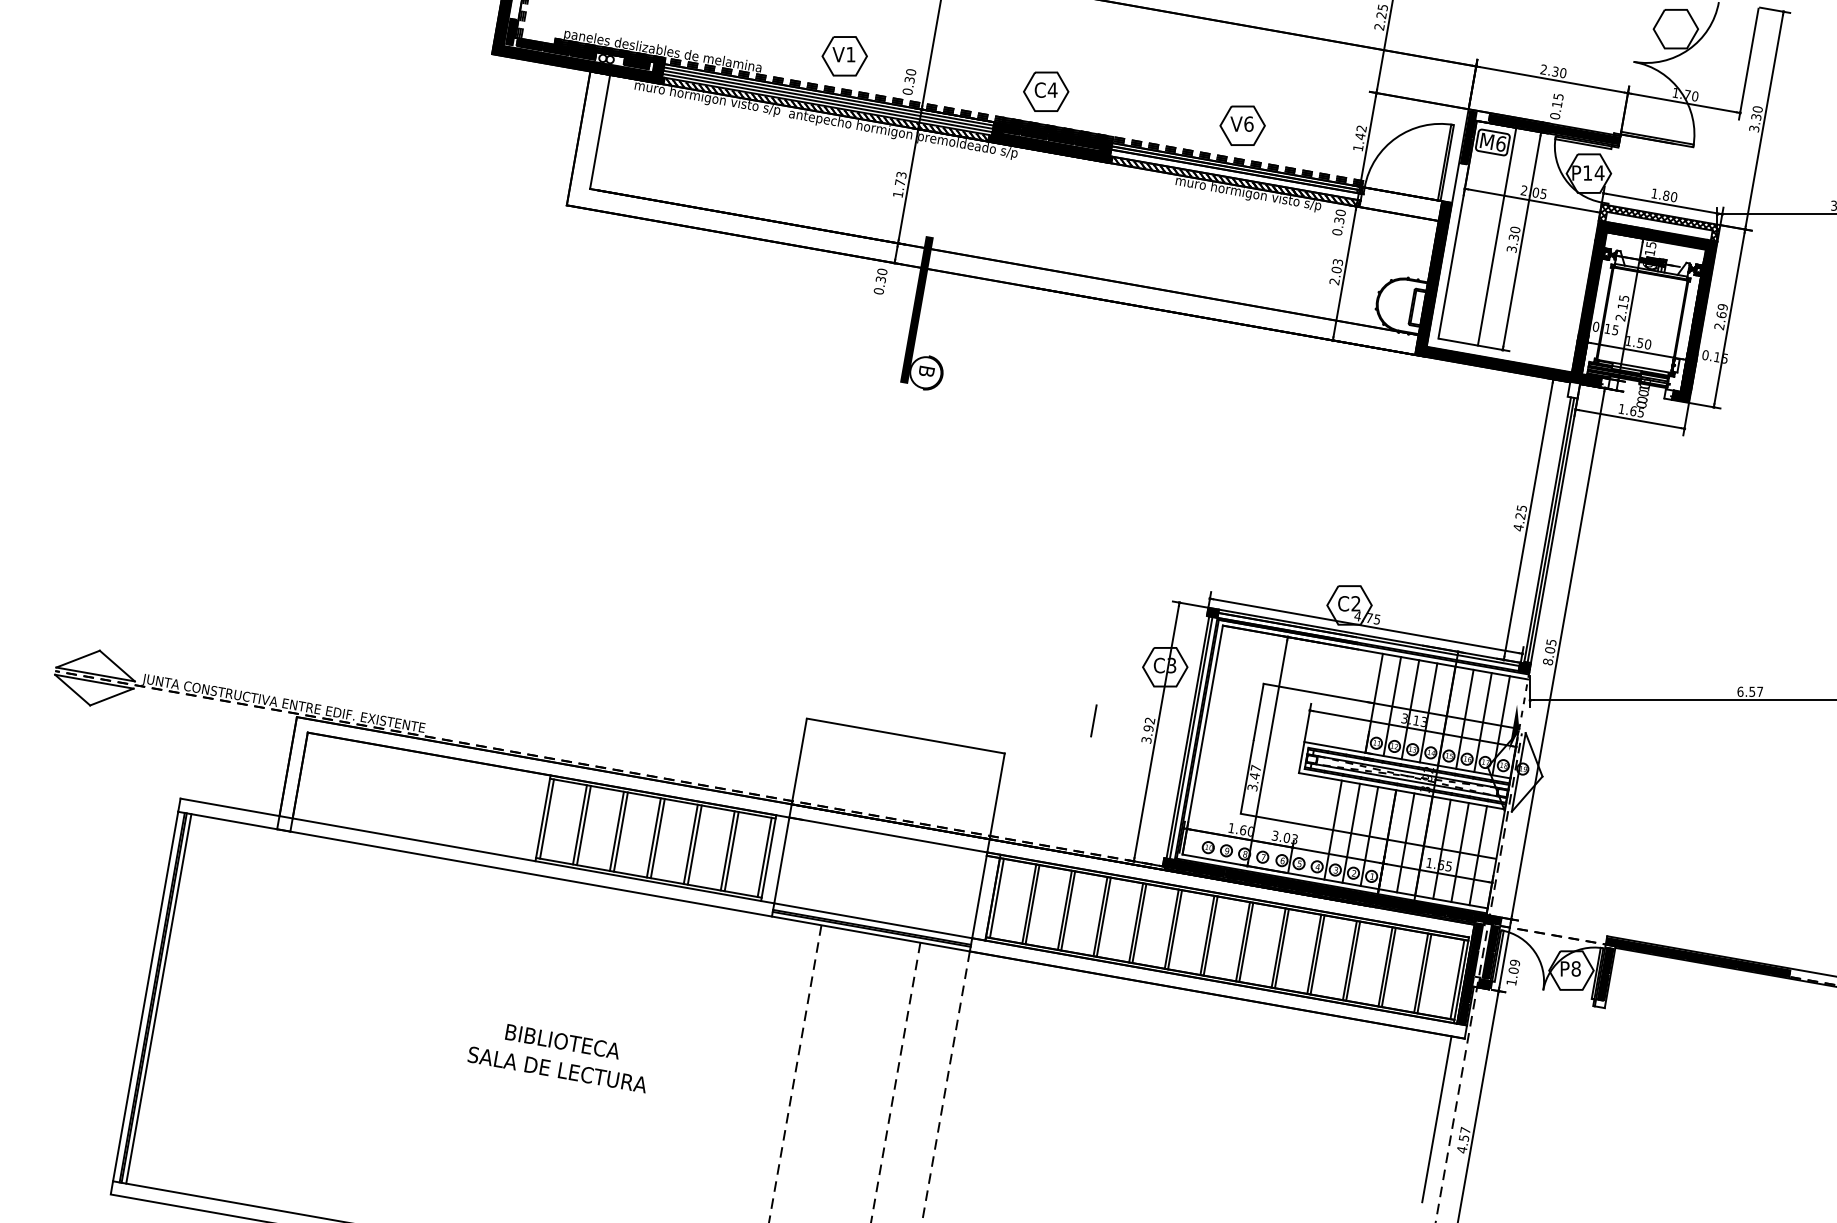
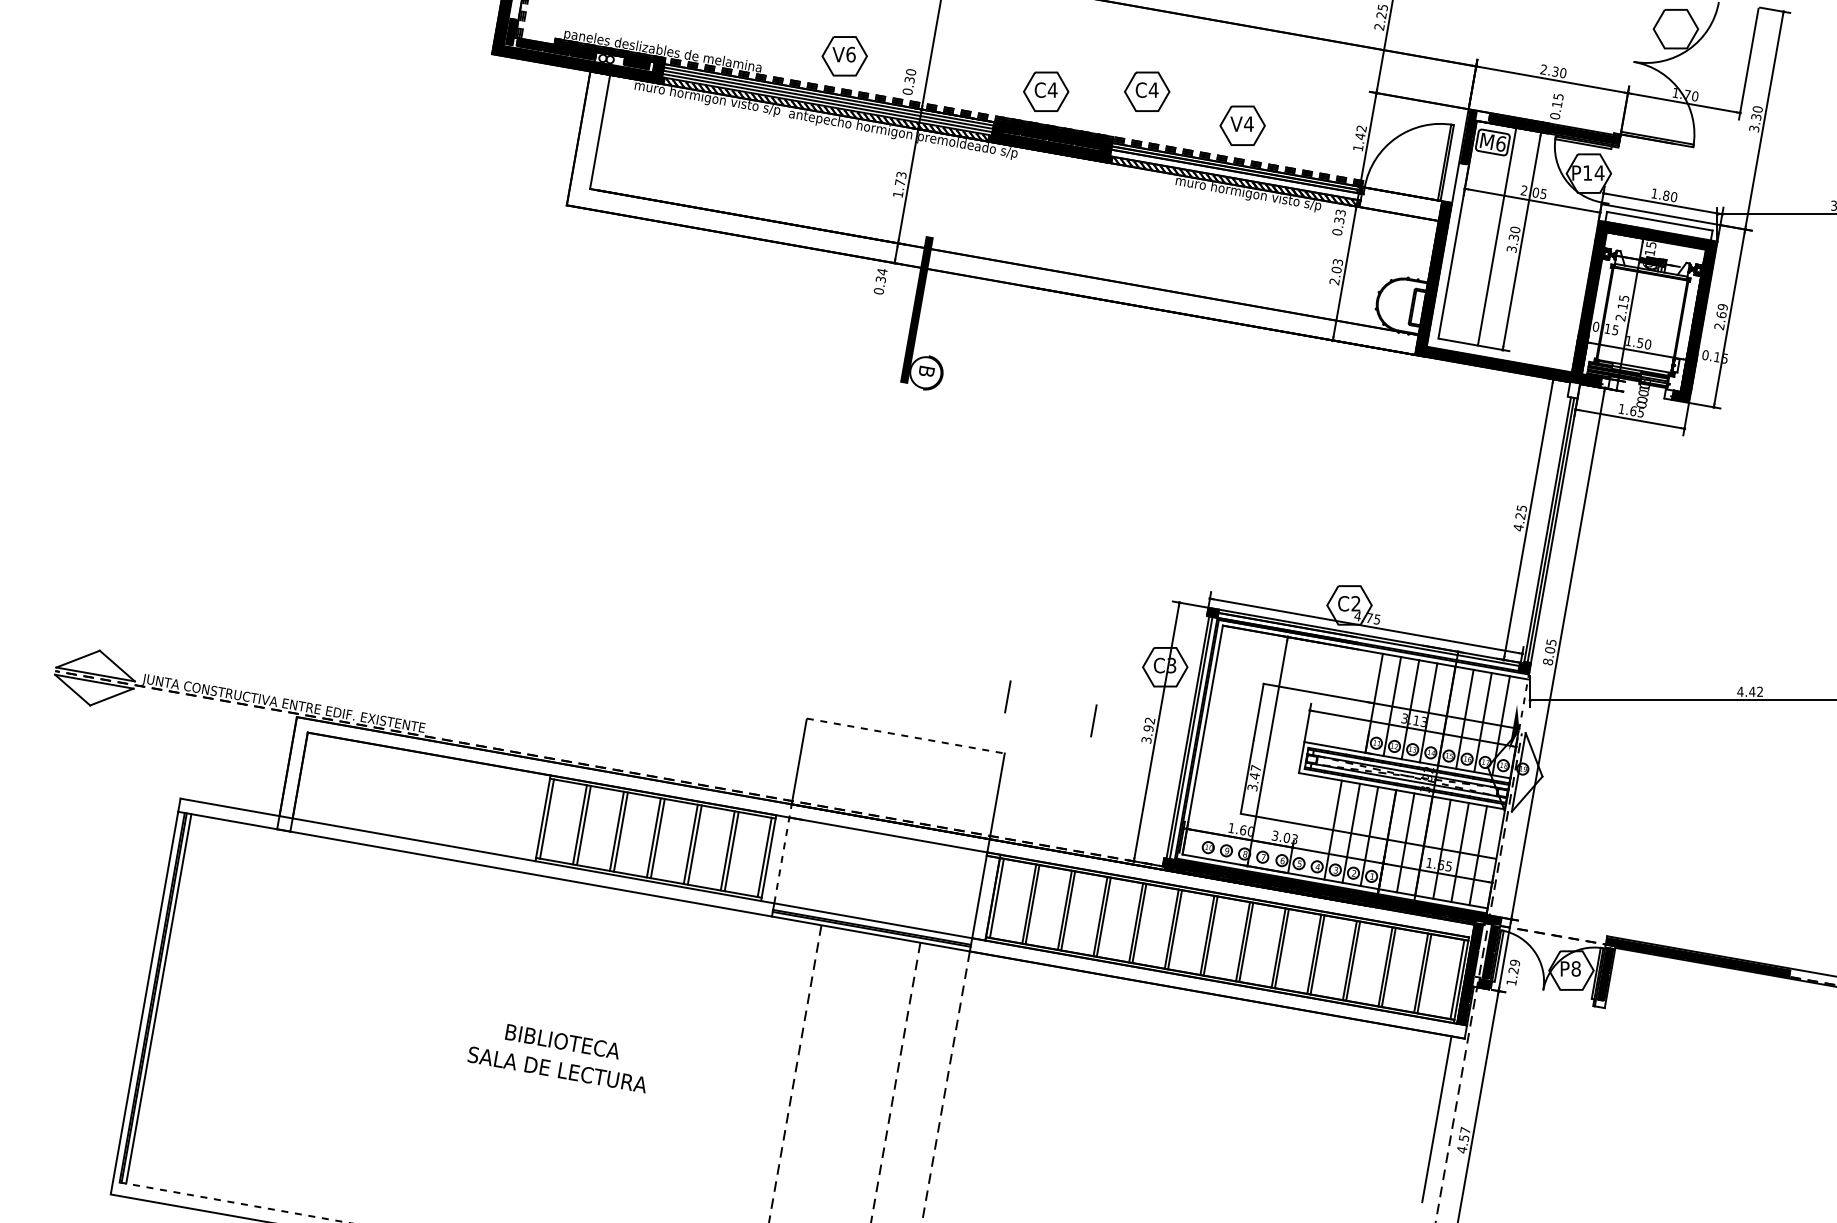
text at (850, 54): V1 -> V6
part at (1147, 91): none -> present
text at (1248, 123): V6 -> V4
text at (1340, 212): 0.30 -> 0.33
hatch at (1659, 222): present -> none
text at (882, 271): 0.30 -> 0.34
text at (1749, 691): 6.57 -> 4.42
line at (1007, 696): none -> present
line at (906, 736): solid -> dashed
line at (783, 853): solid -> dashed
text at (1513, 970): 1.09 -> 1.29
line at (231, 1202): solid -> dashed
